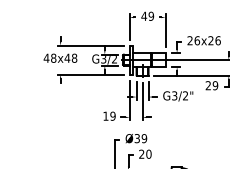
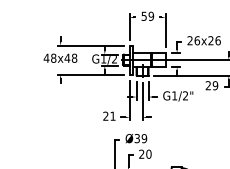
text at (144, 15): 49 -> 59
text at (103, 59): G3/2 -> G1/2
text at (174, 95): G3/2" -> G1/2"
text at (109, 115): 19 -> 21
